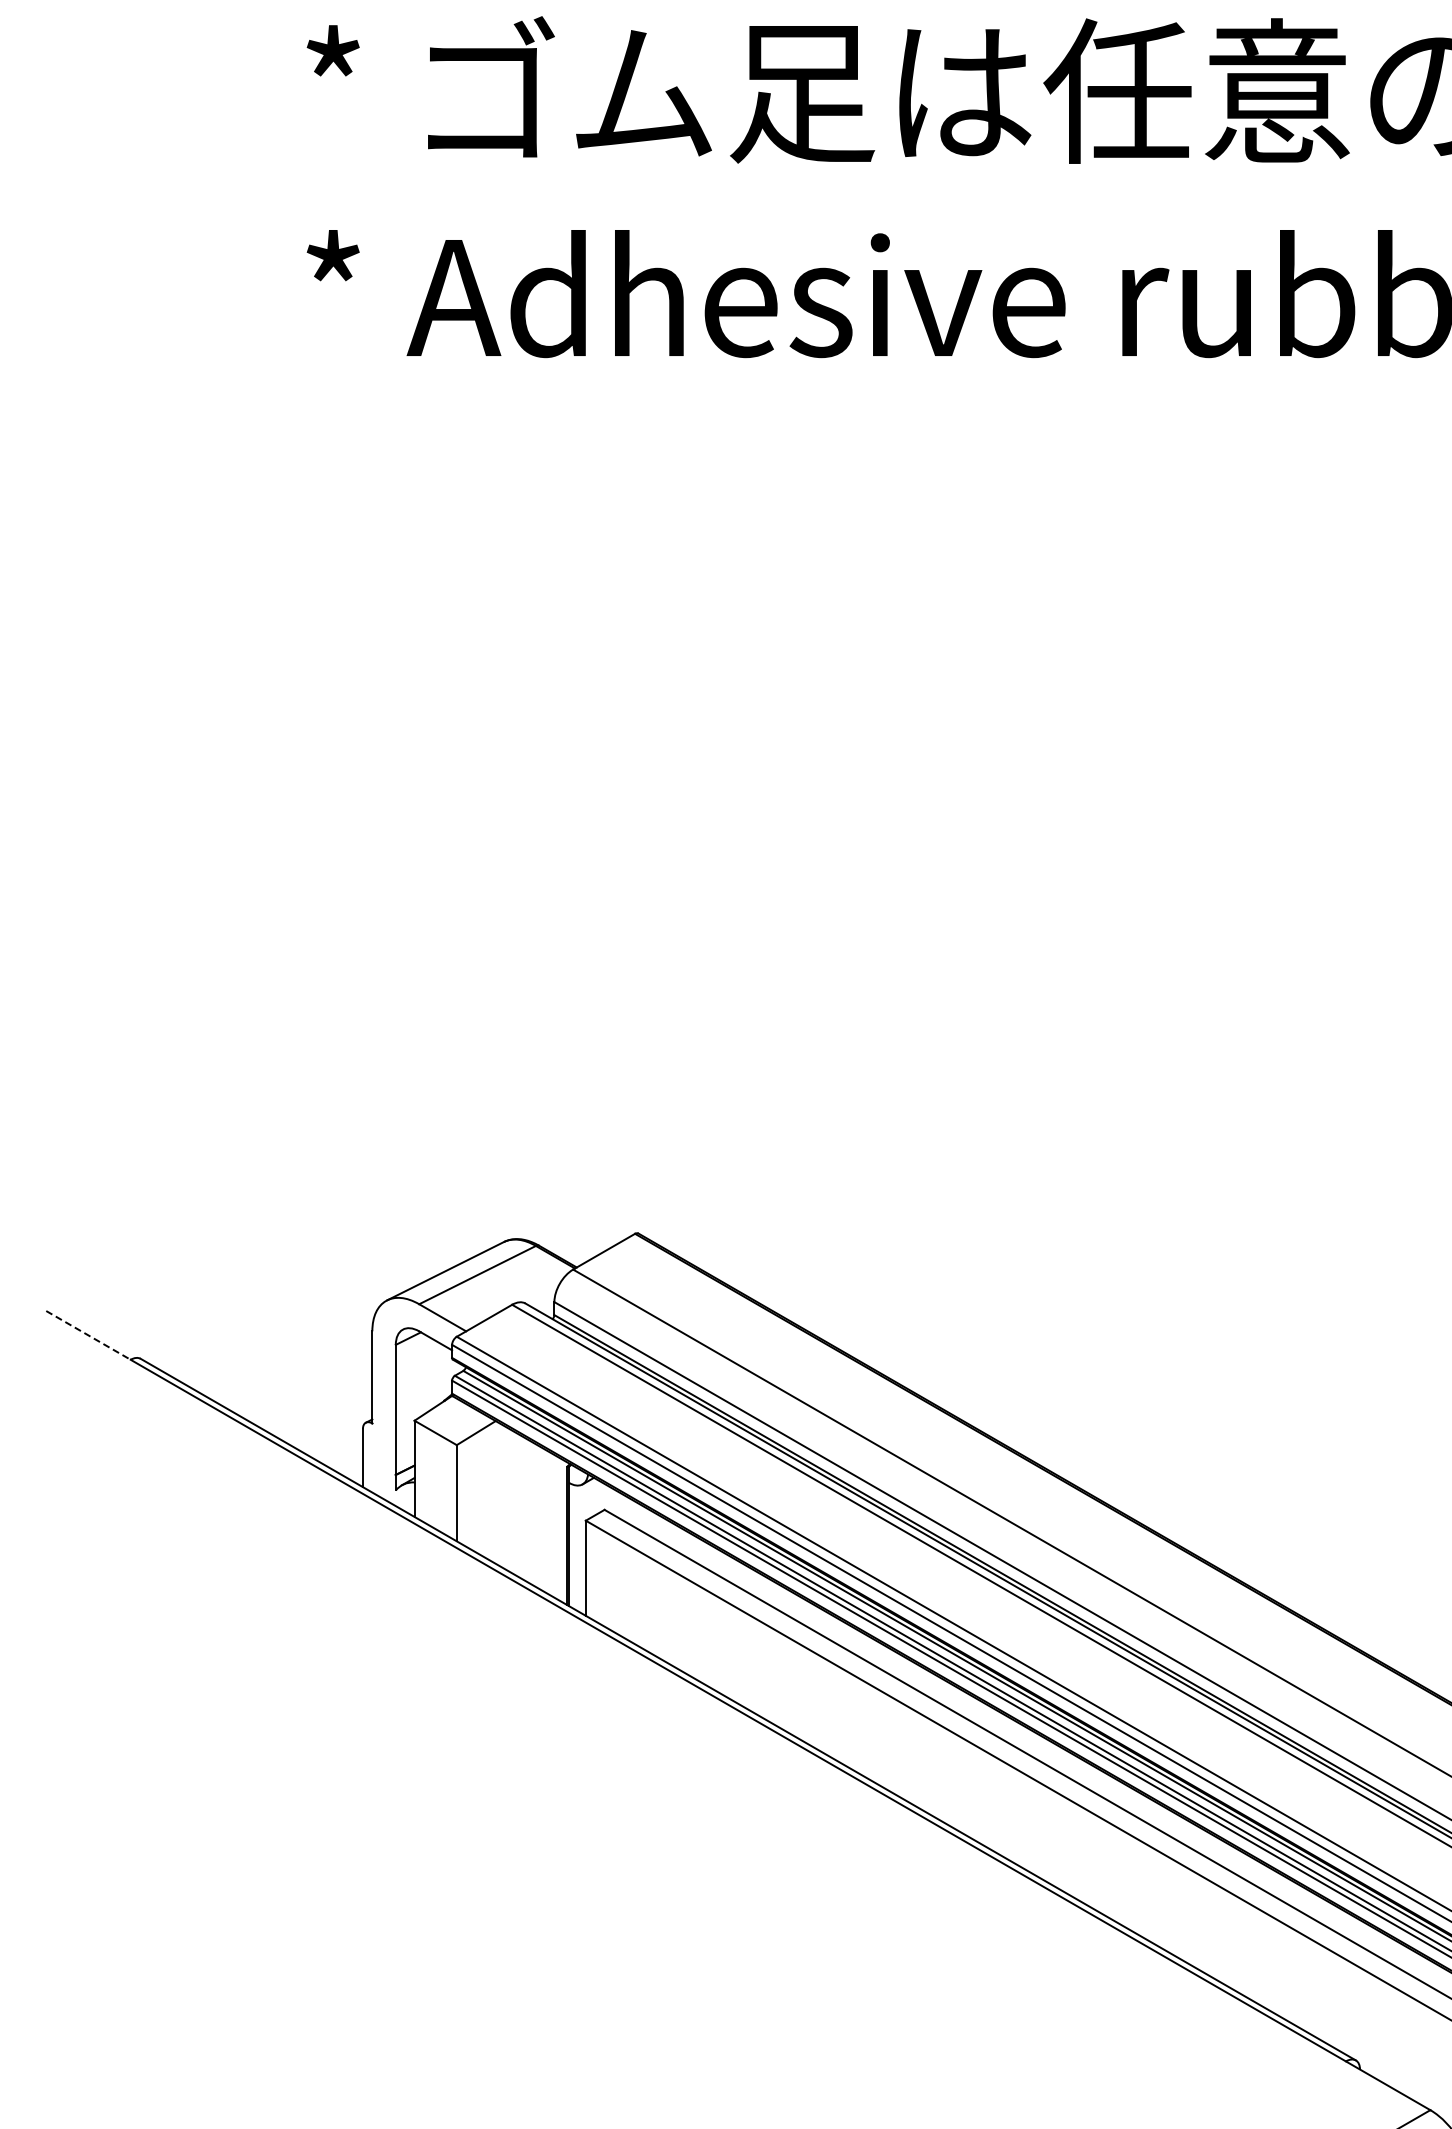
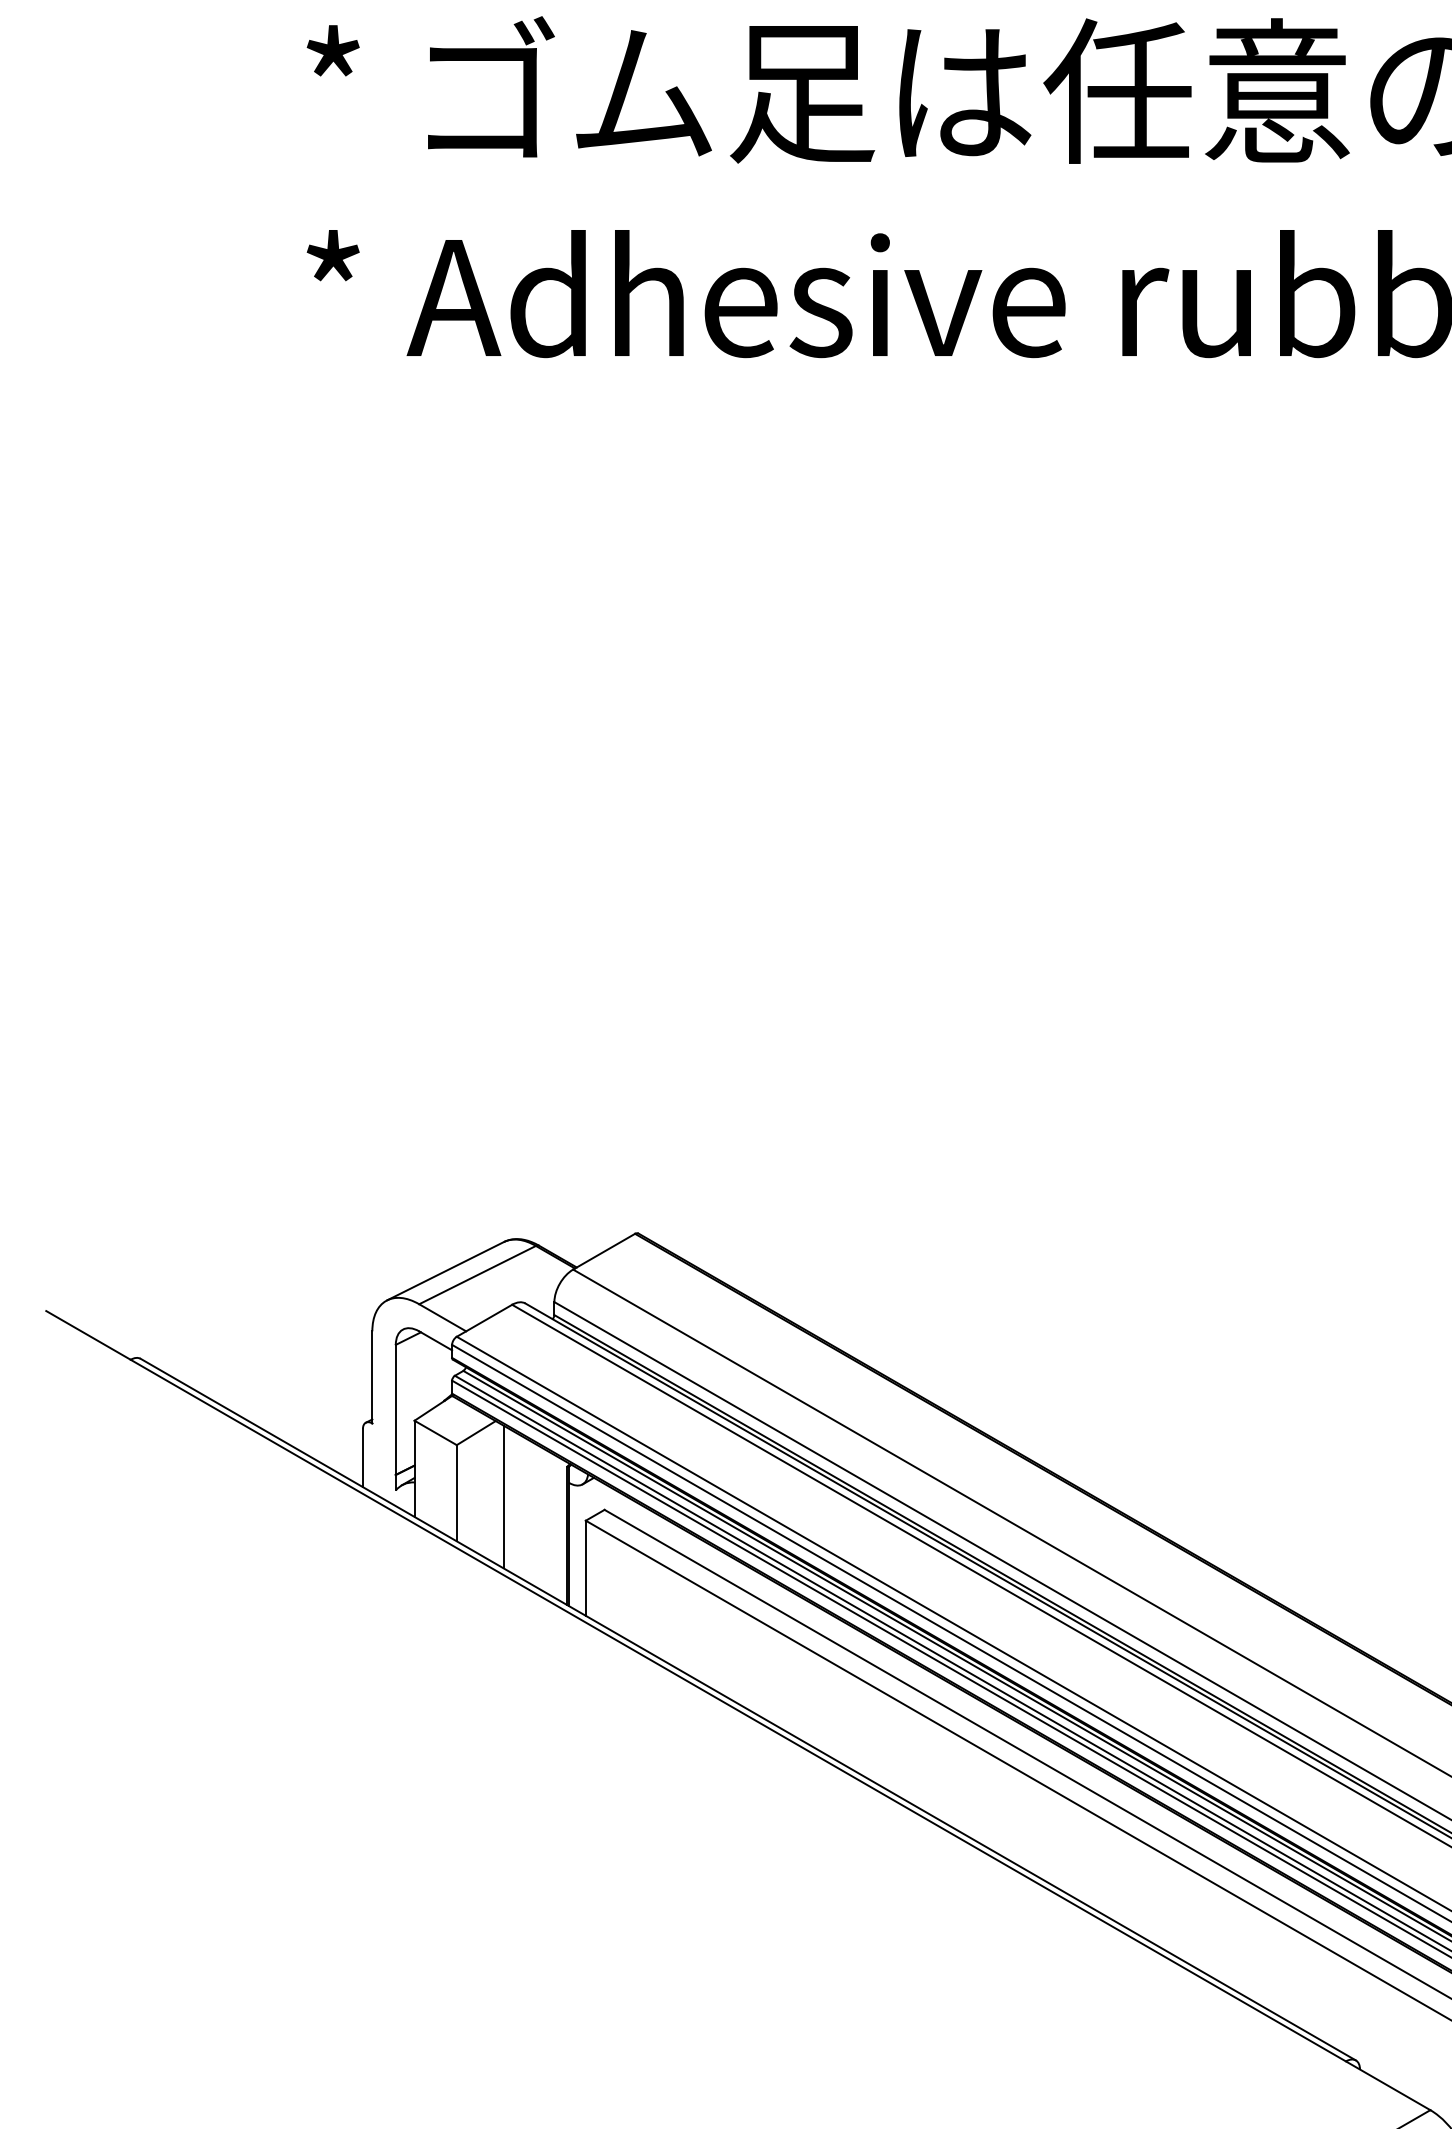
line at (88, 1335): dashed -> solid
line at (503, 1496): none -> present
